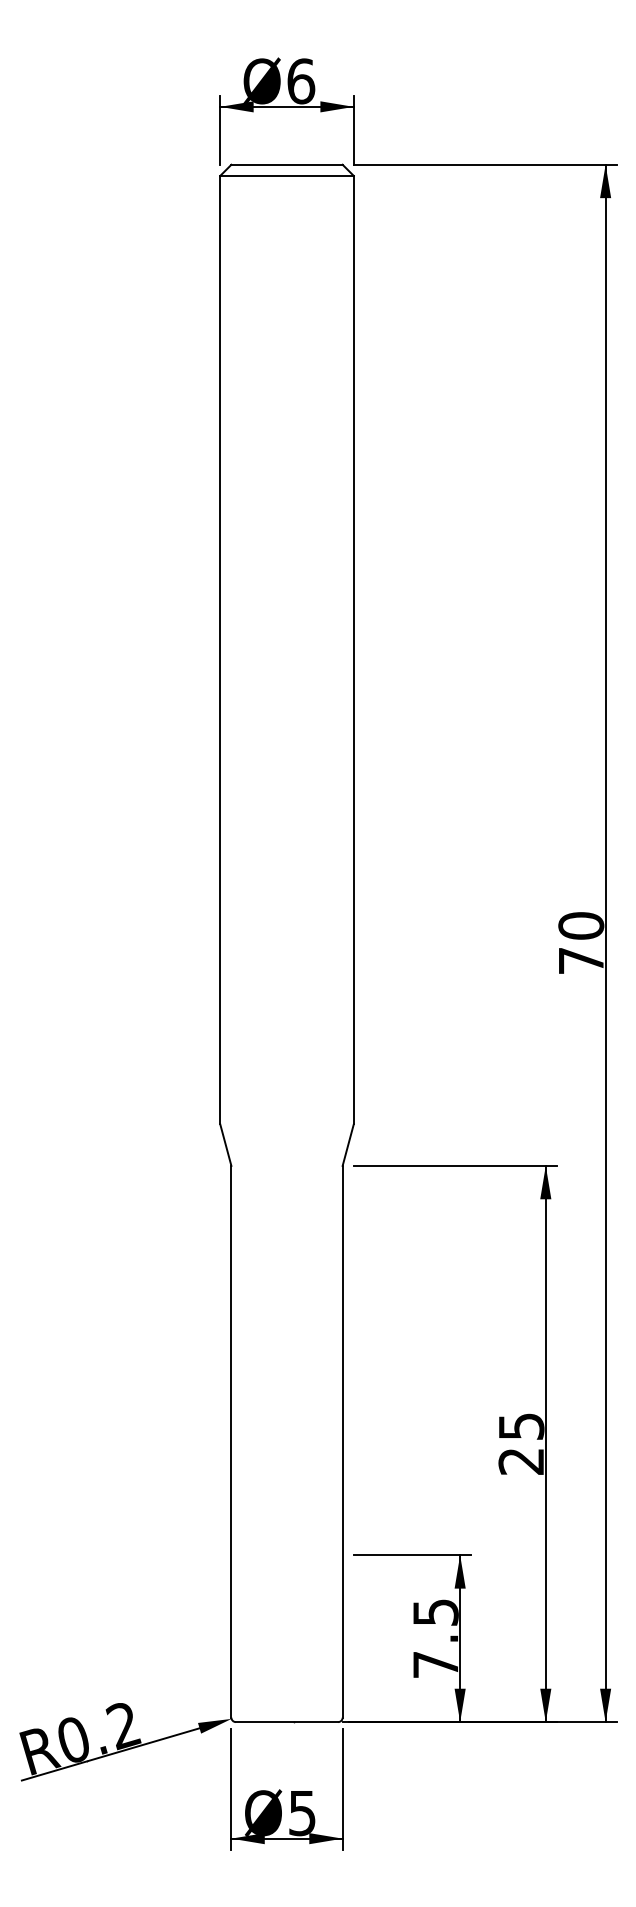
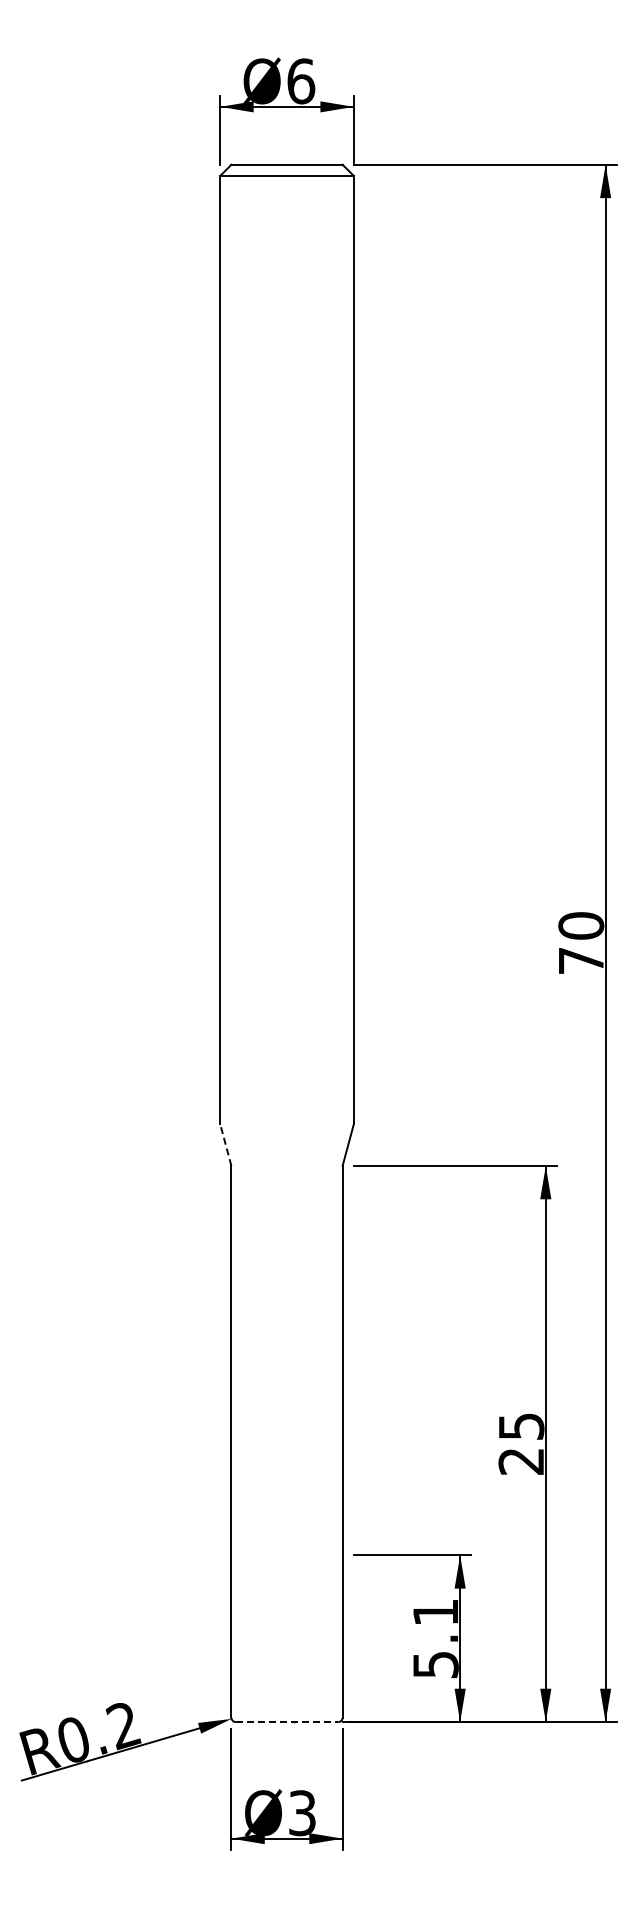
line at (225, 1144): solid -> dashed
text at (435, 1638): 7.5 -> 5.1
line at (287, 1722): solid -> dashed
text at (302, 1812): 5 -> 3
